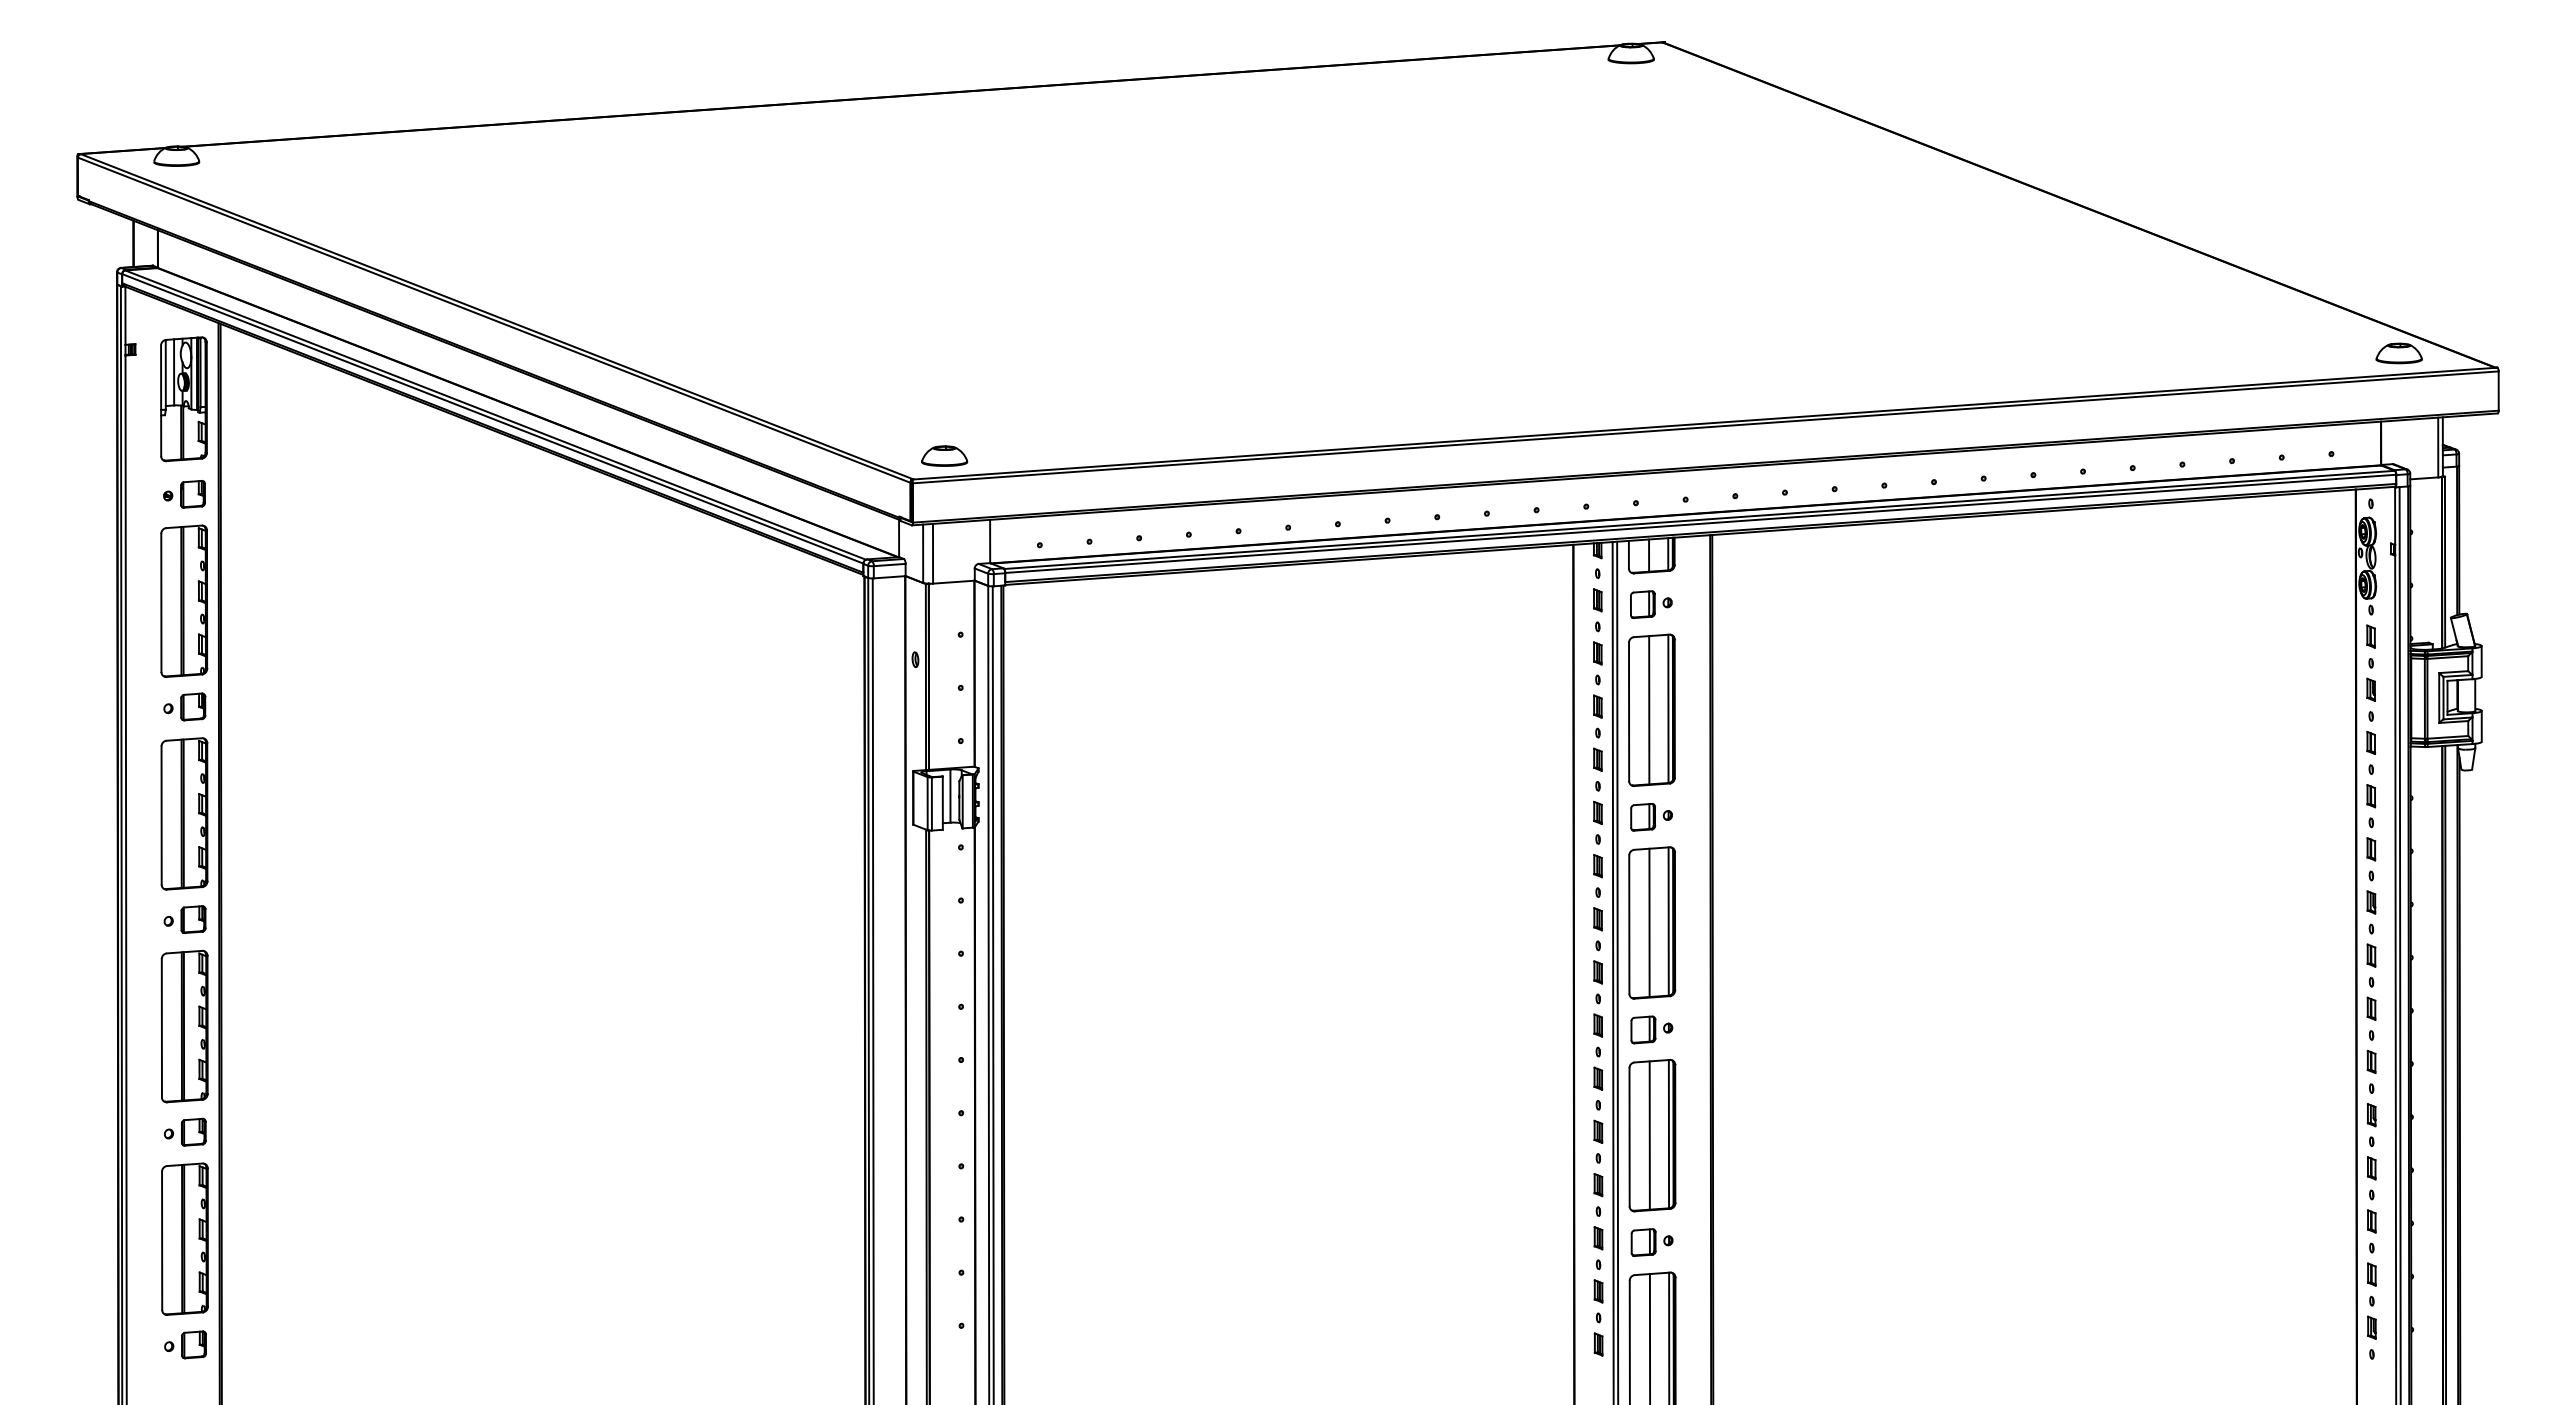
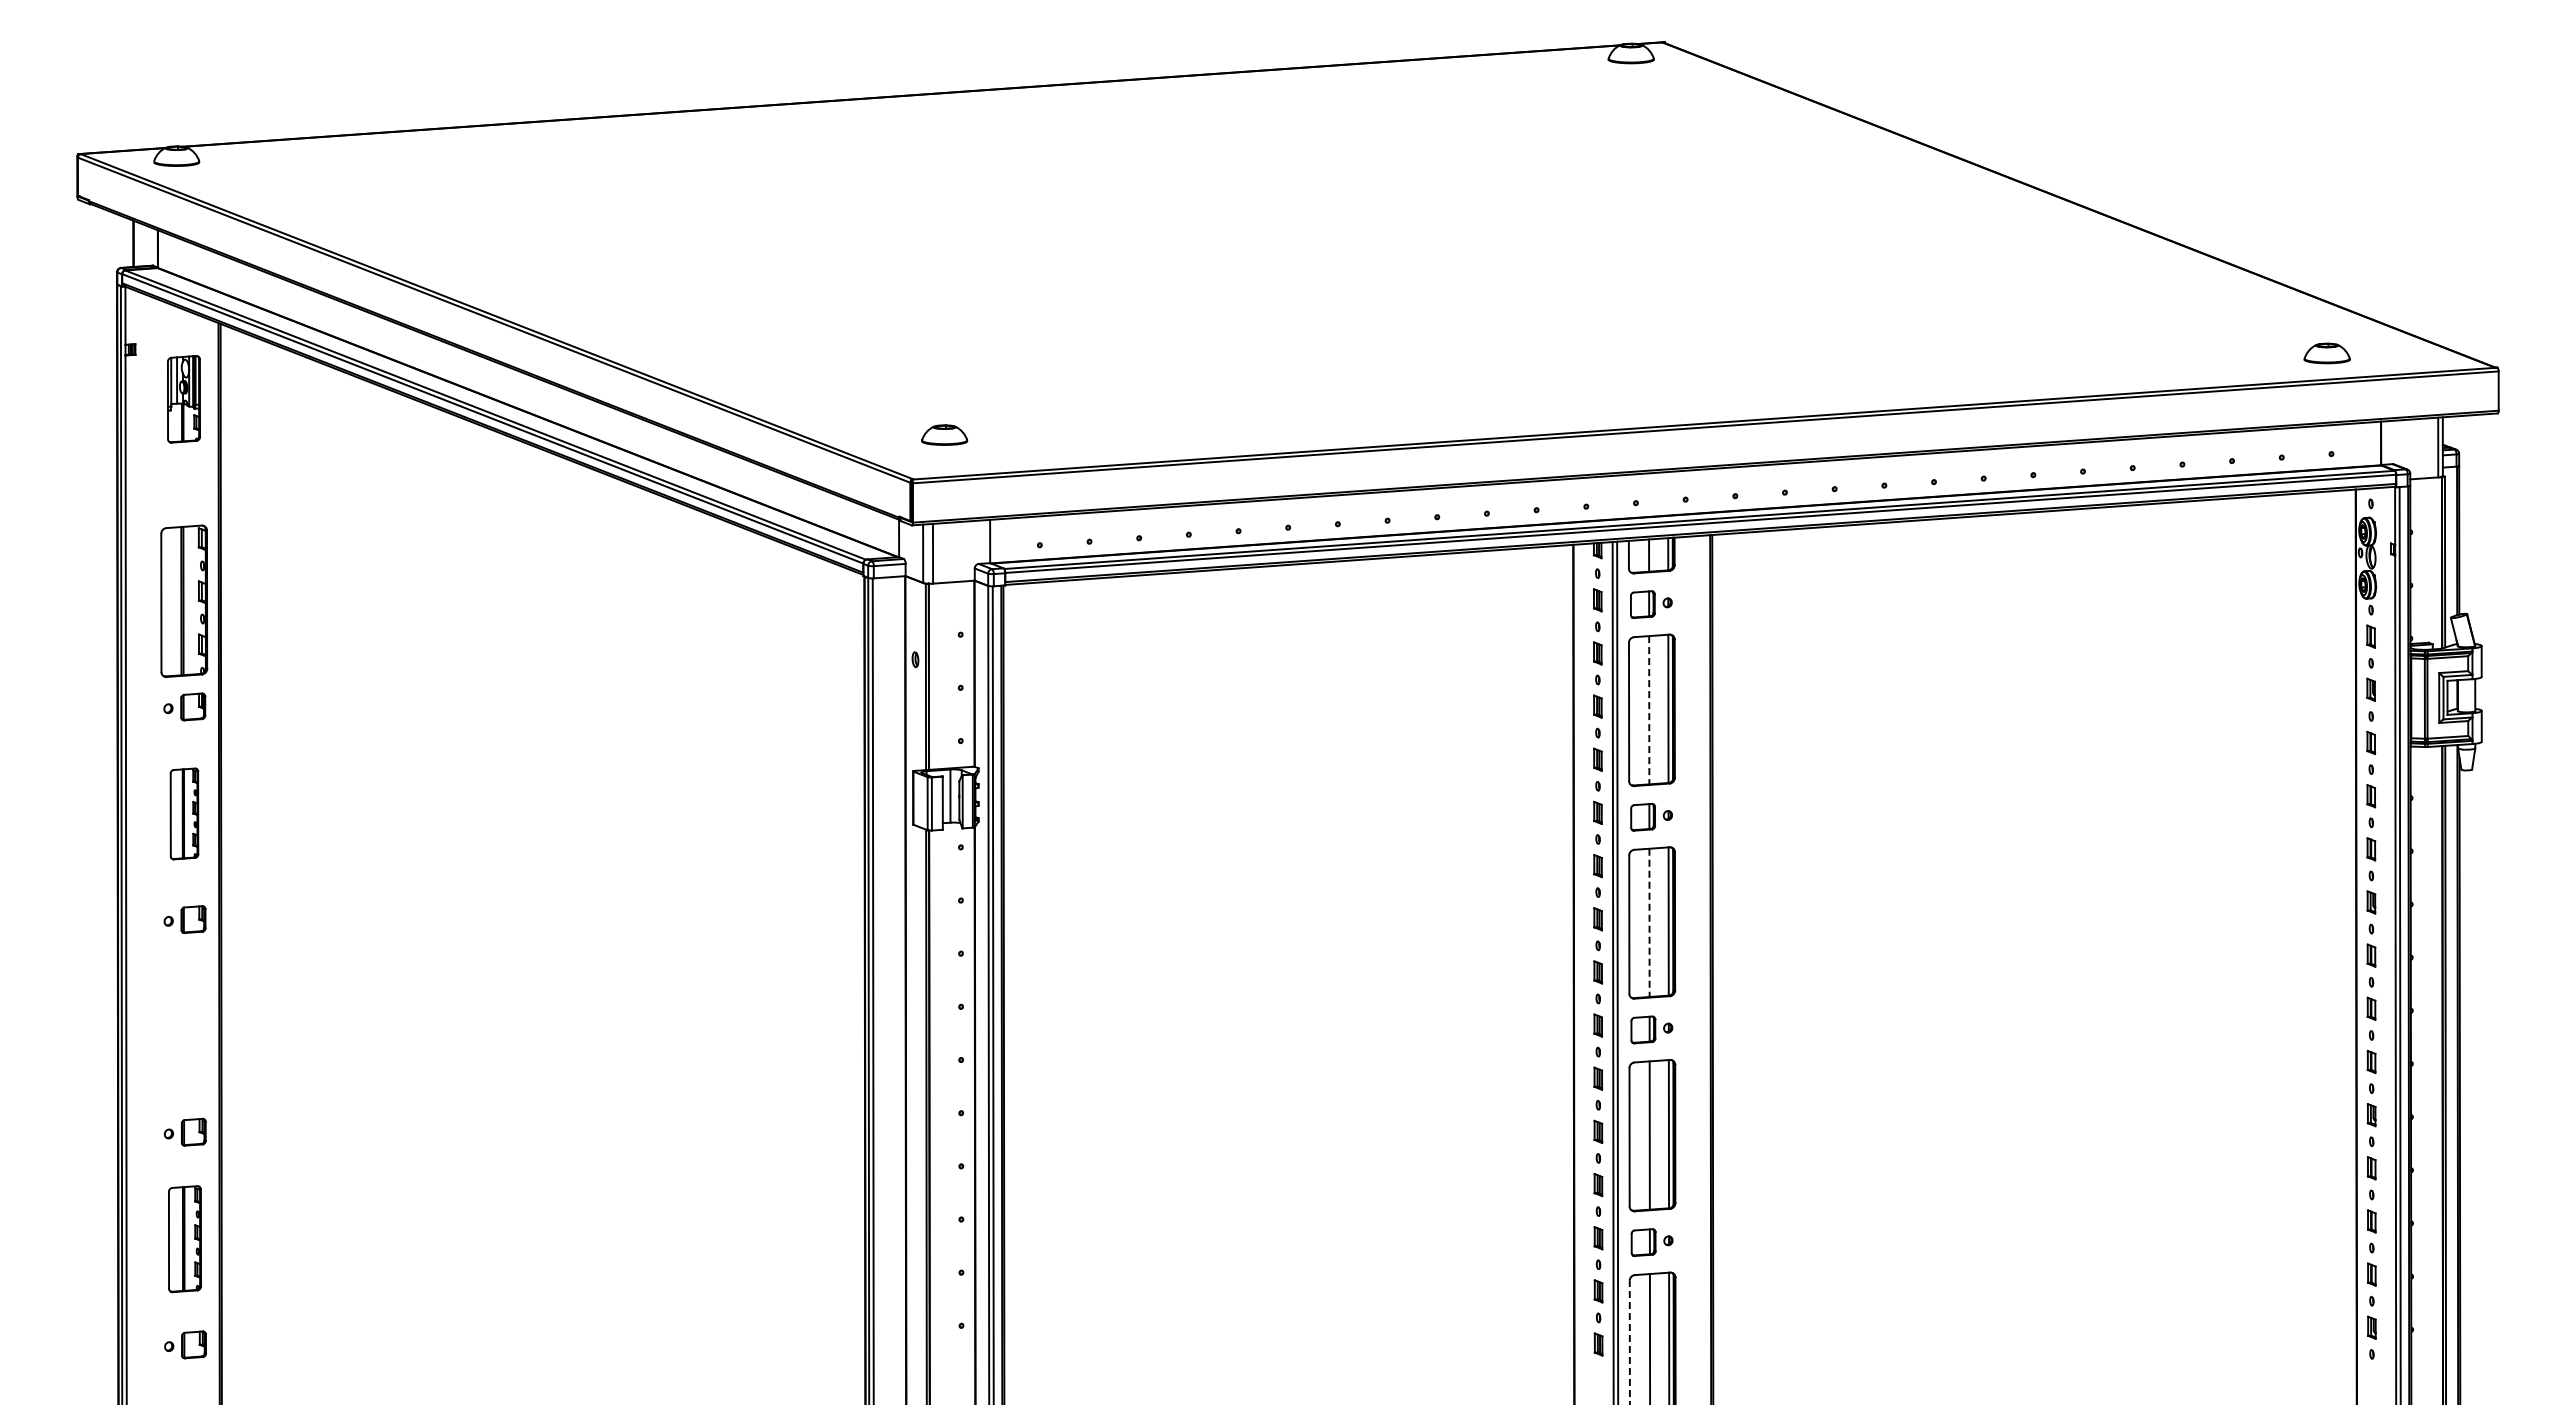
part at (2398, 353) position: (2398, 353) -> (2326, 353)
part at (183, 399) size: 48x127 px -> 34x89 px
part at (944, 455) position: (944, 455) -> (944, 434)
part at (184, 494): present -> none
line at (1649, 710): solid -> dashed
part at (184, 813) size: 49x154 px -> 31x94 px
line at (1649, 923): solid -> dashed
part at (184, 1026): present -> none
part at (184, 1238) size: 48x154 px -> 34x109 px
line at (1629, 1342): solid -> dashed
